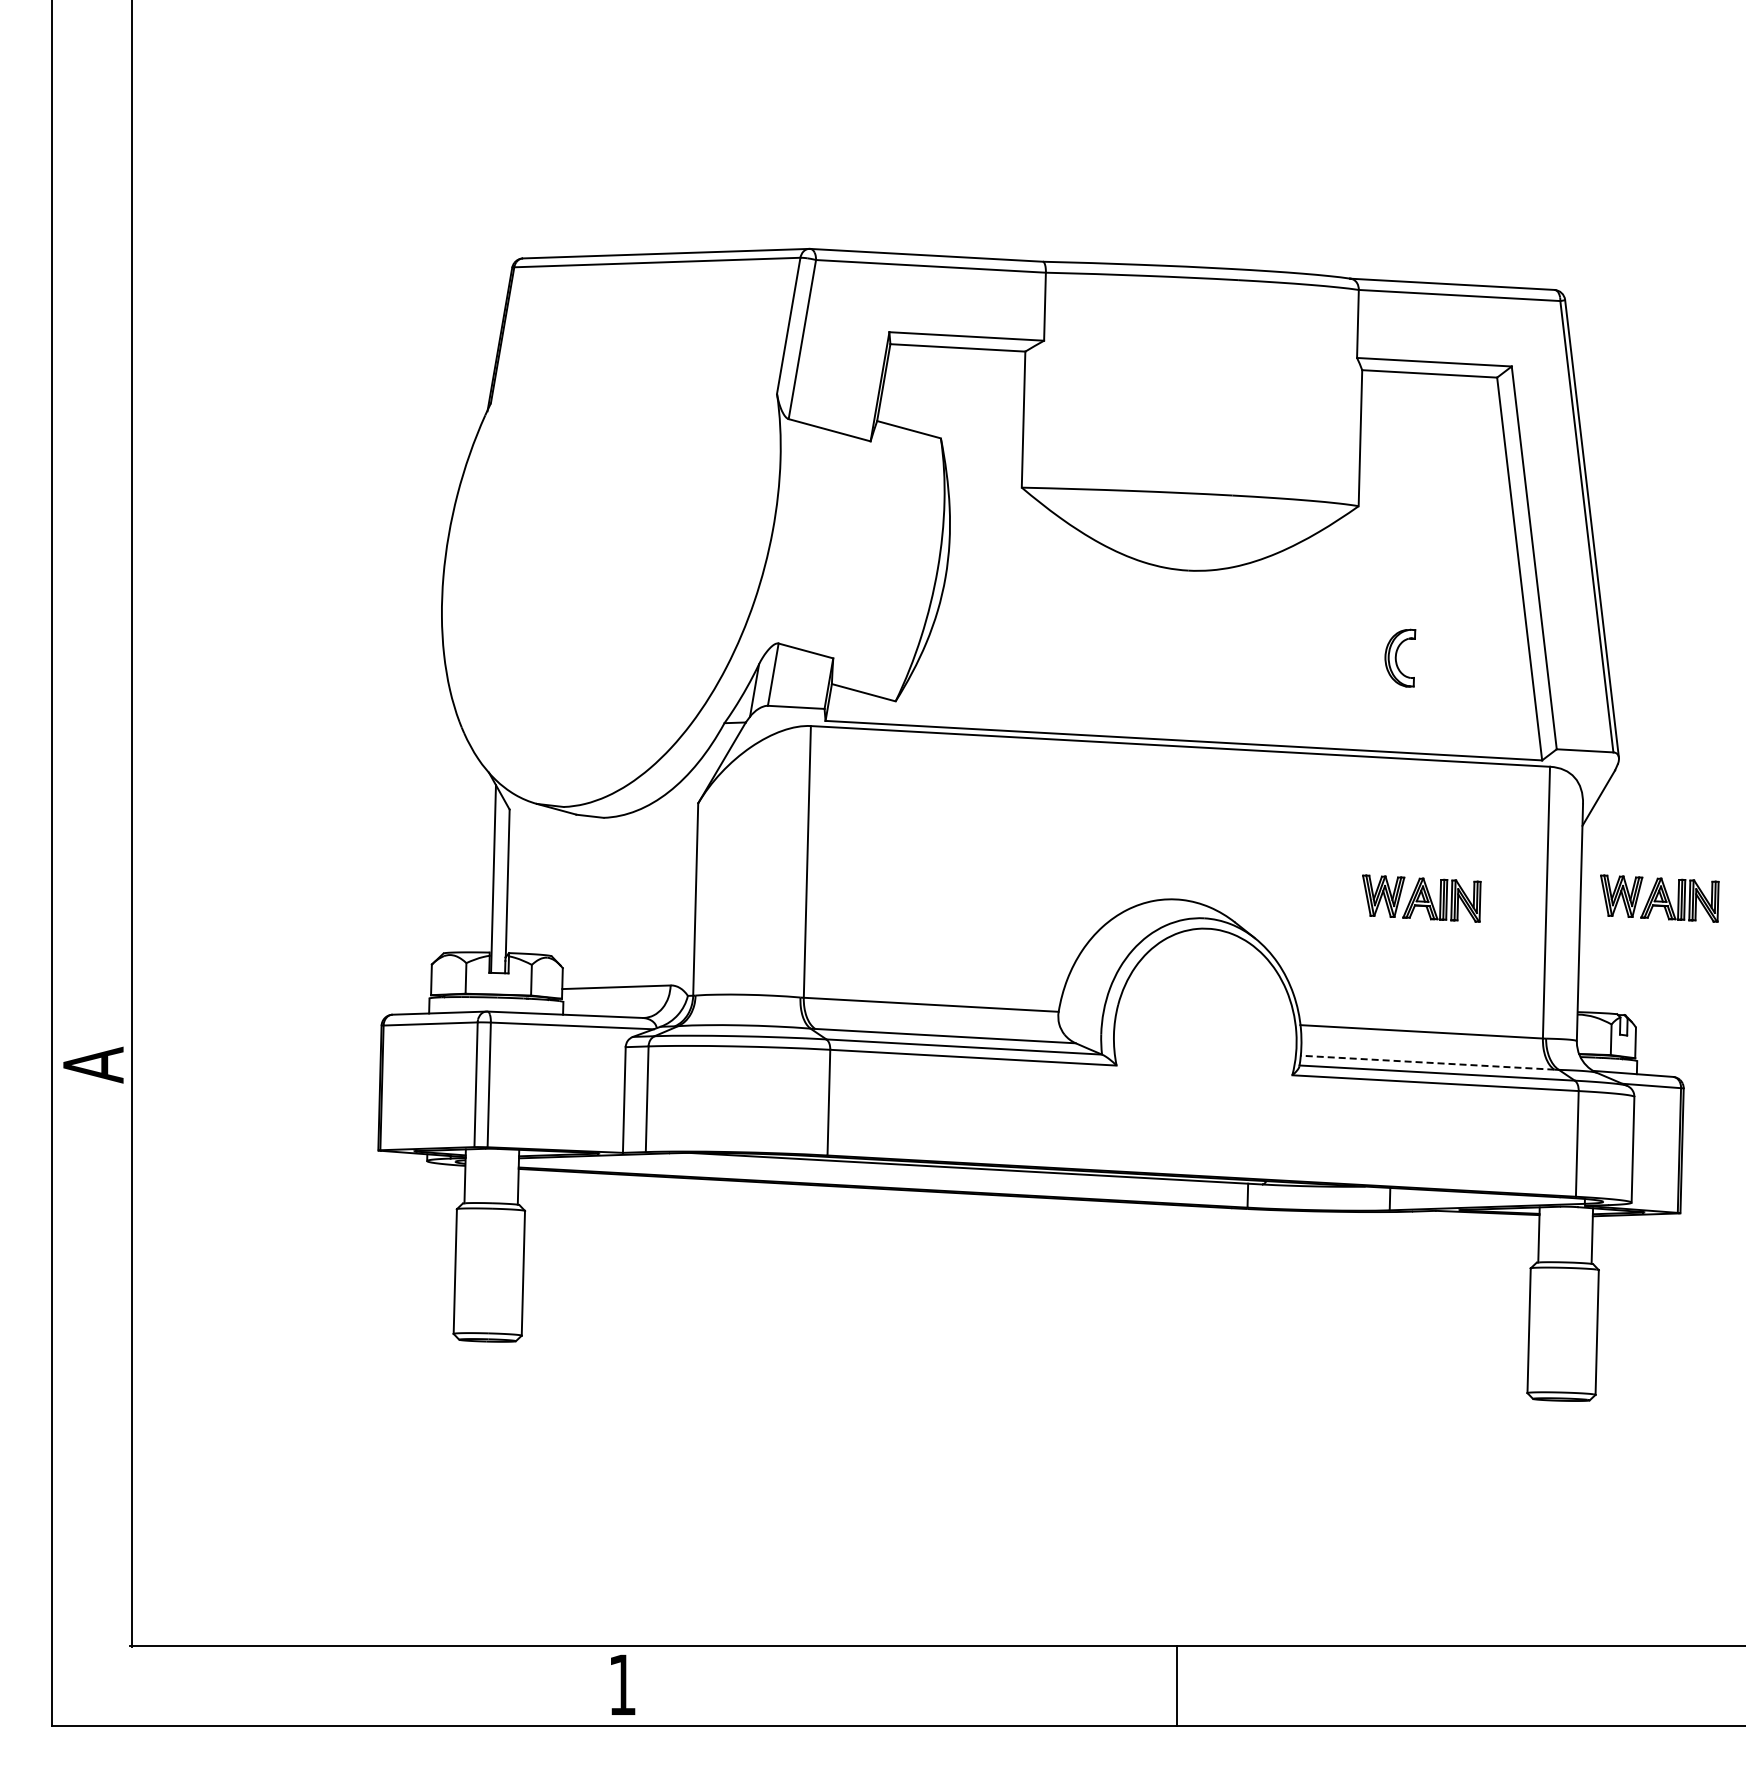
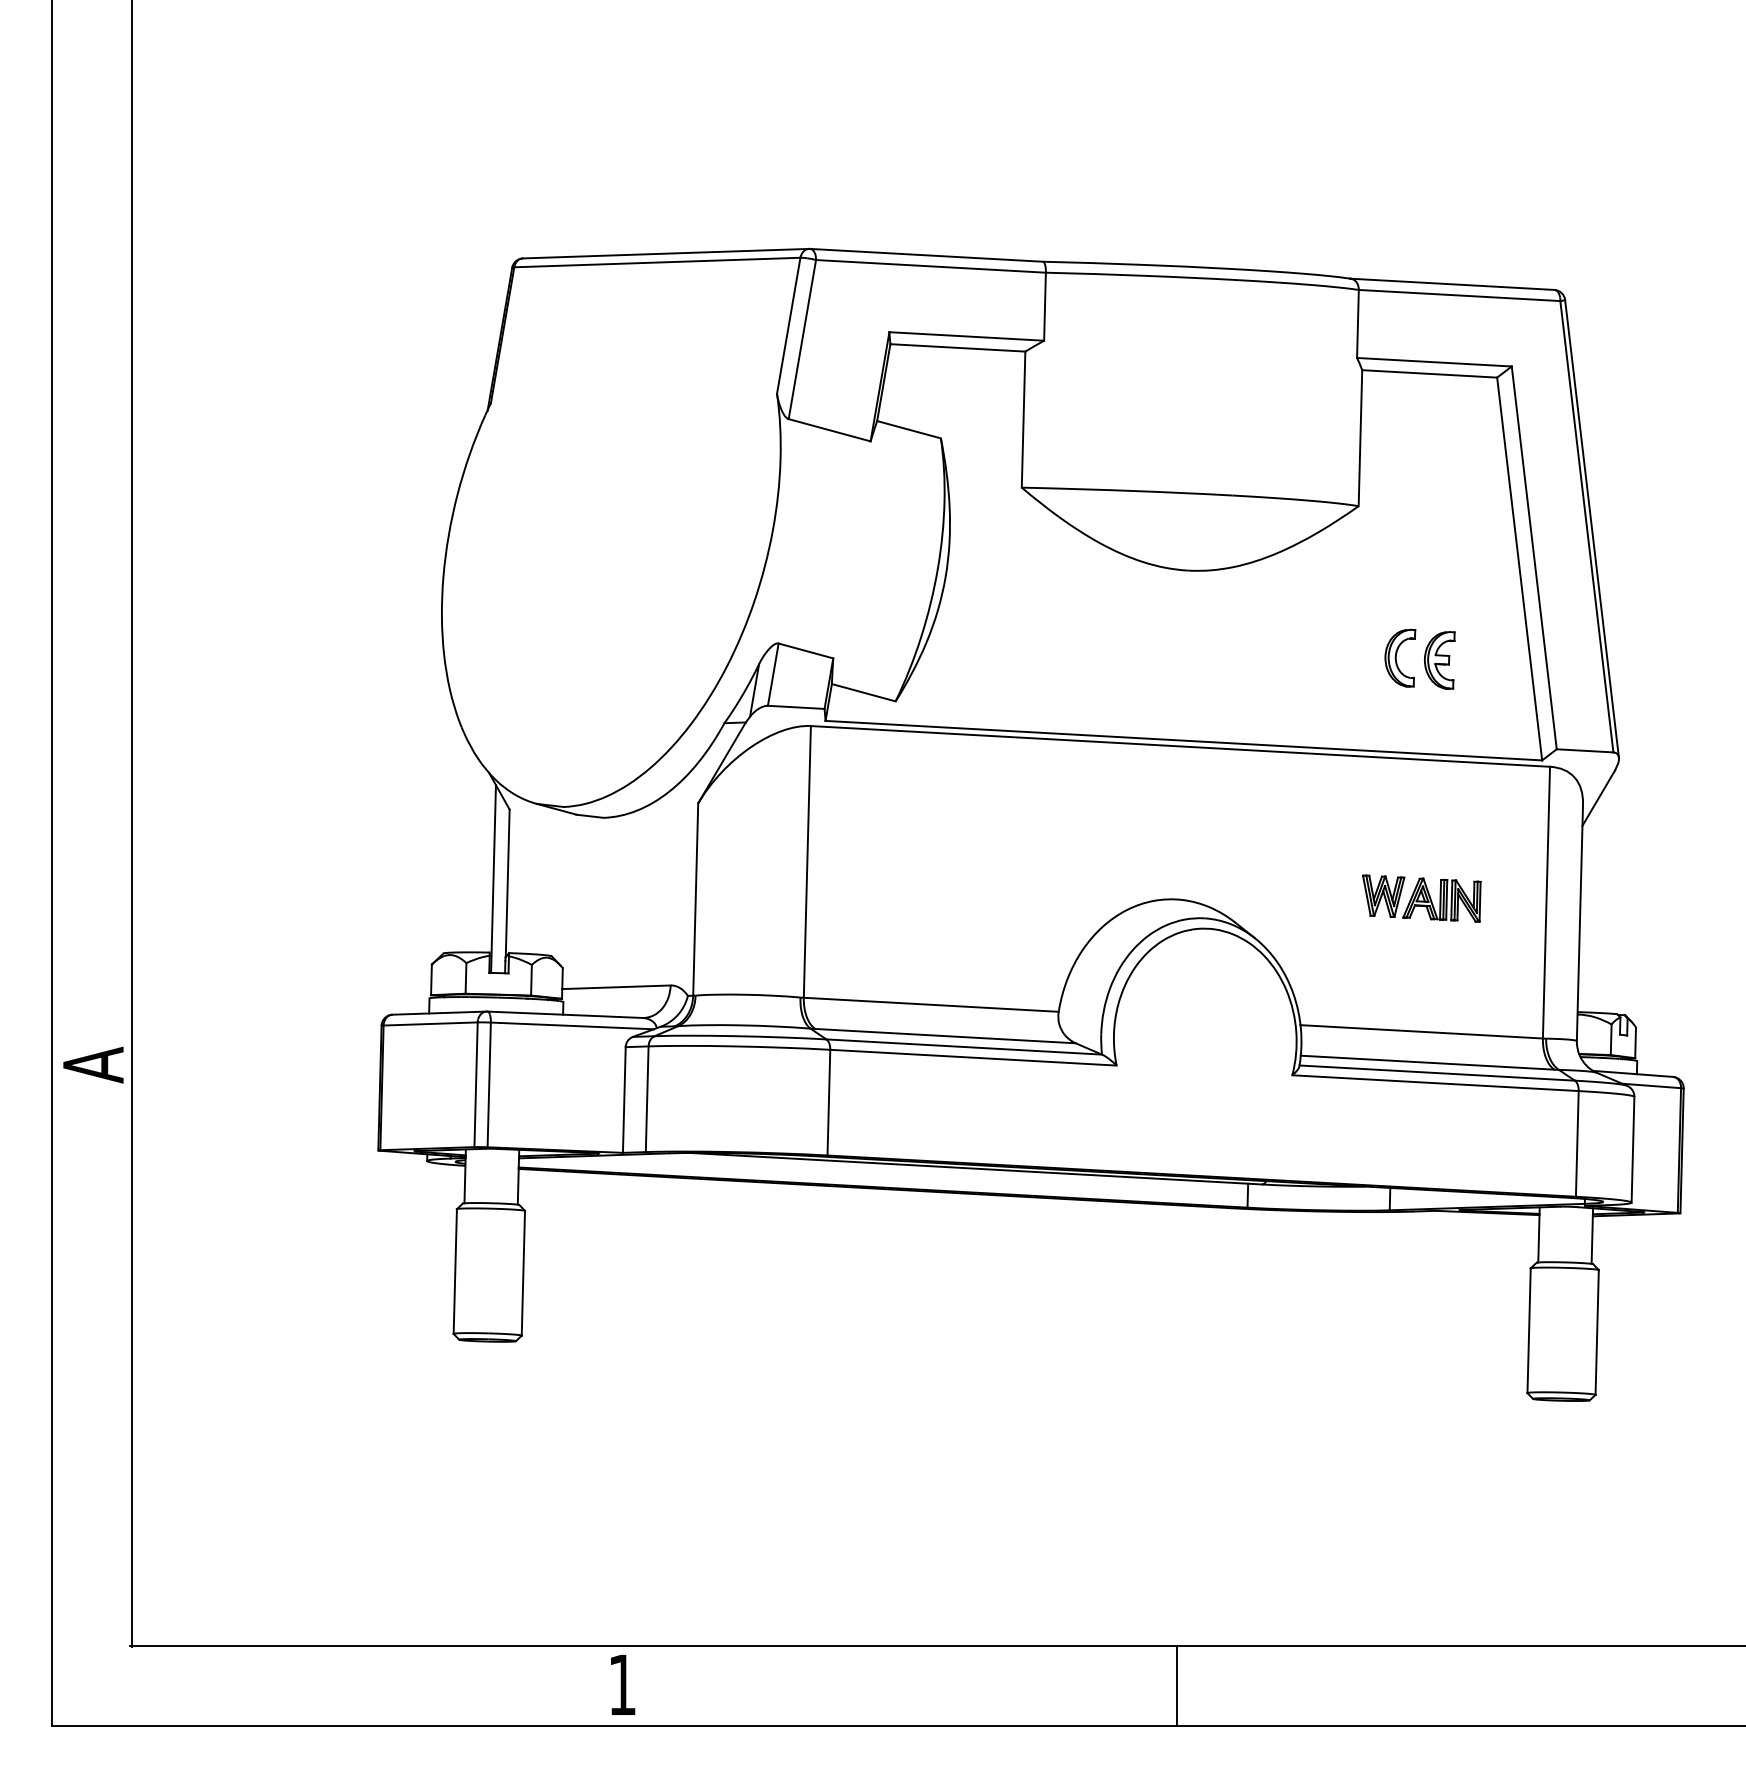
part at (1439, 660): none -> present
part at (1659, 898): present -> none
line at (1427, 1062): dashed -> solid
